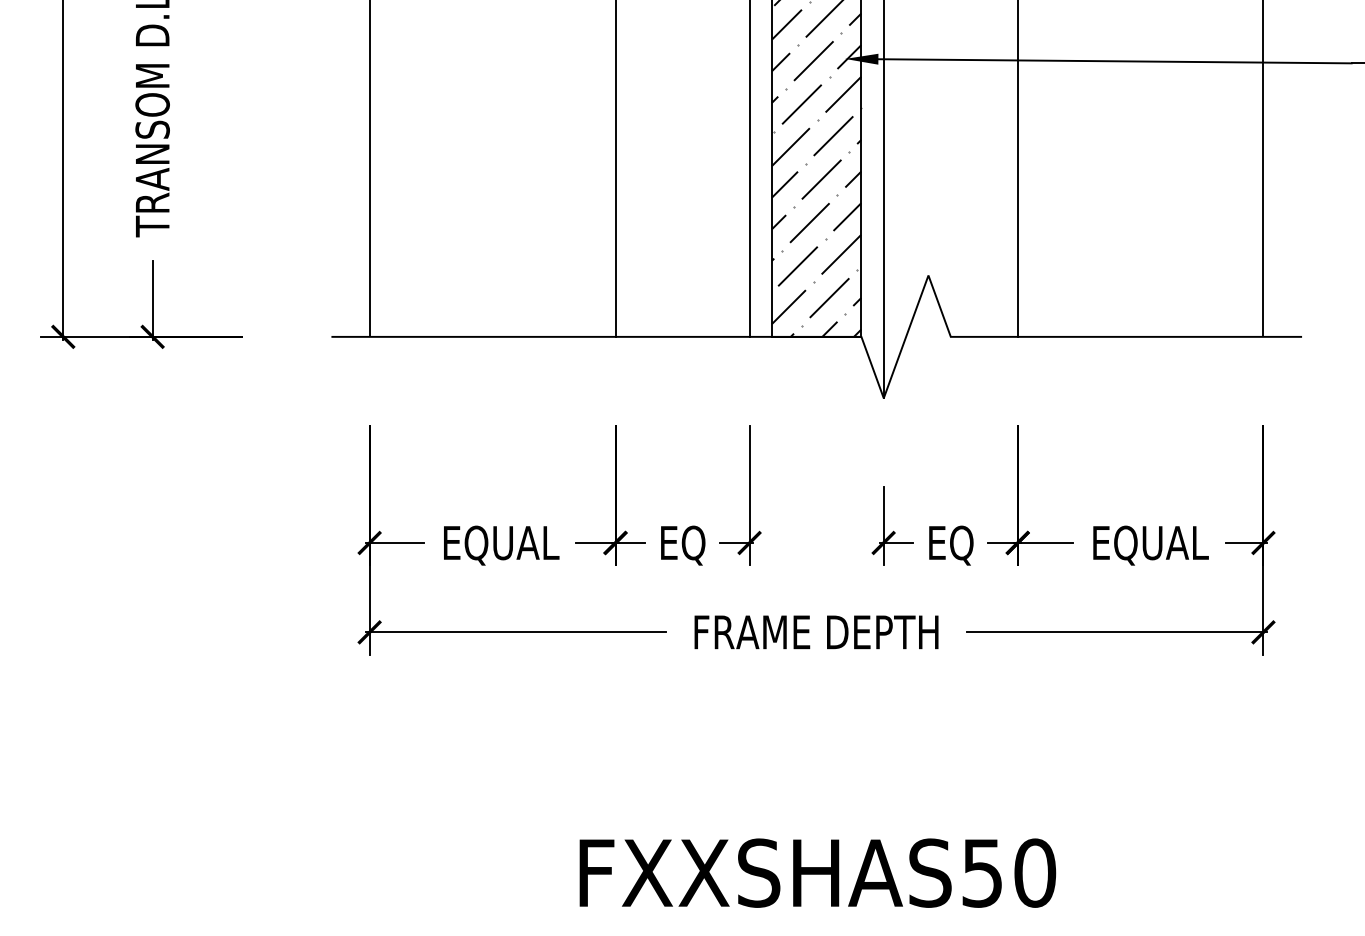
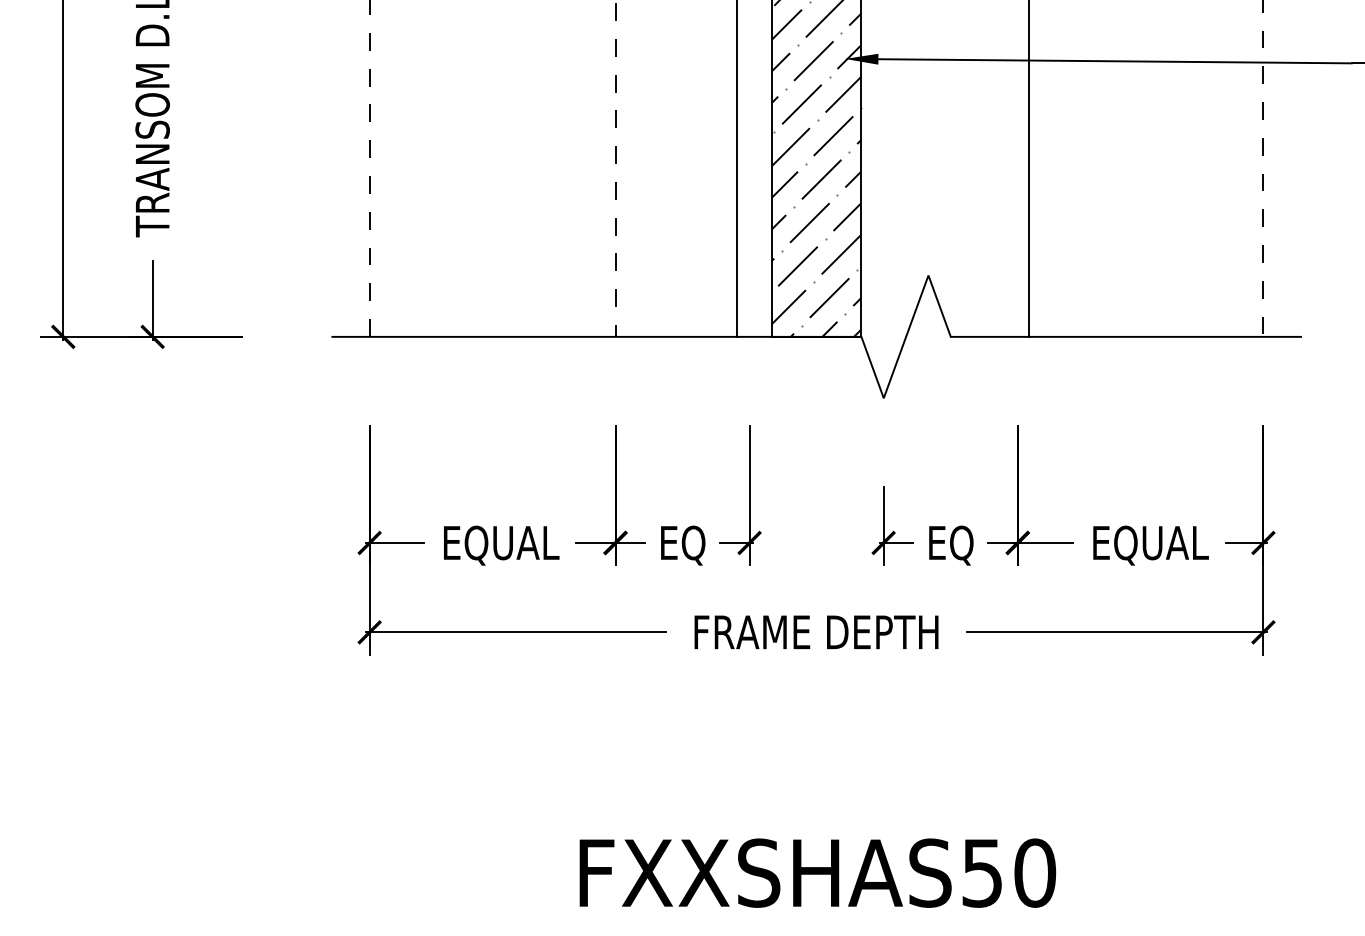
line at (1263, 0): solid -> dashed
line at (615, 169): solid -> dashed
line at (749, 169) position: (749, 169) -> (736, 169)
line at (1017, 169) position: (1017, 169) -> (1028, 169)
line at (883, 199): present -> none
